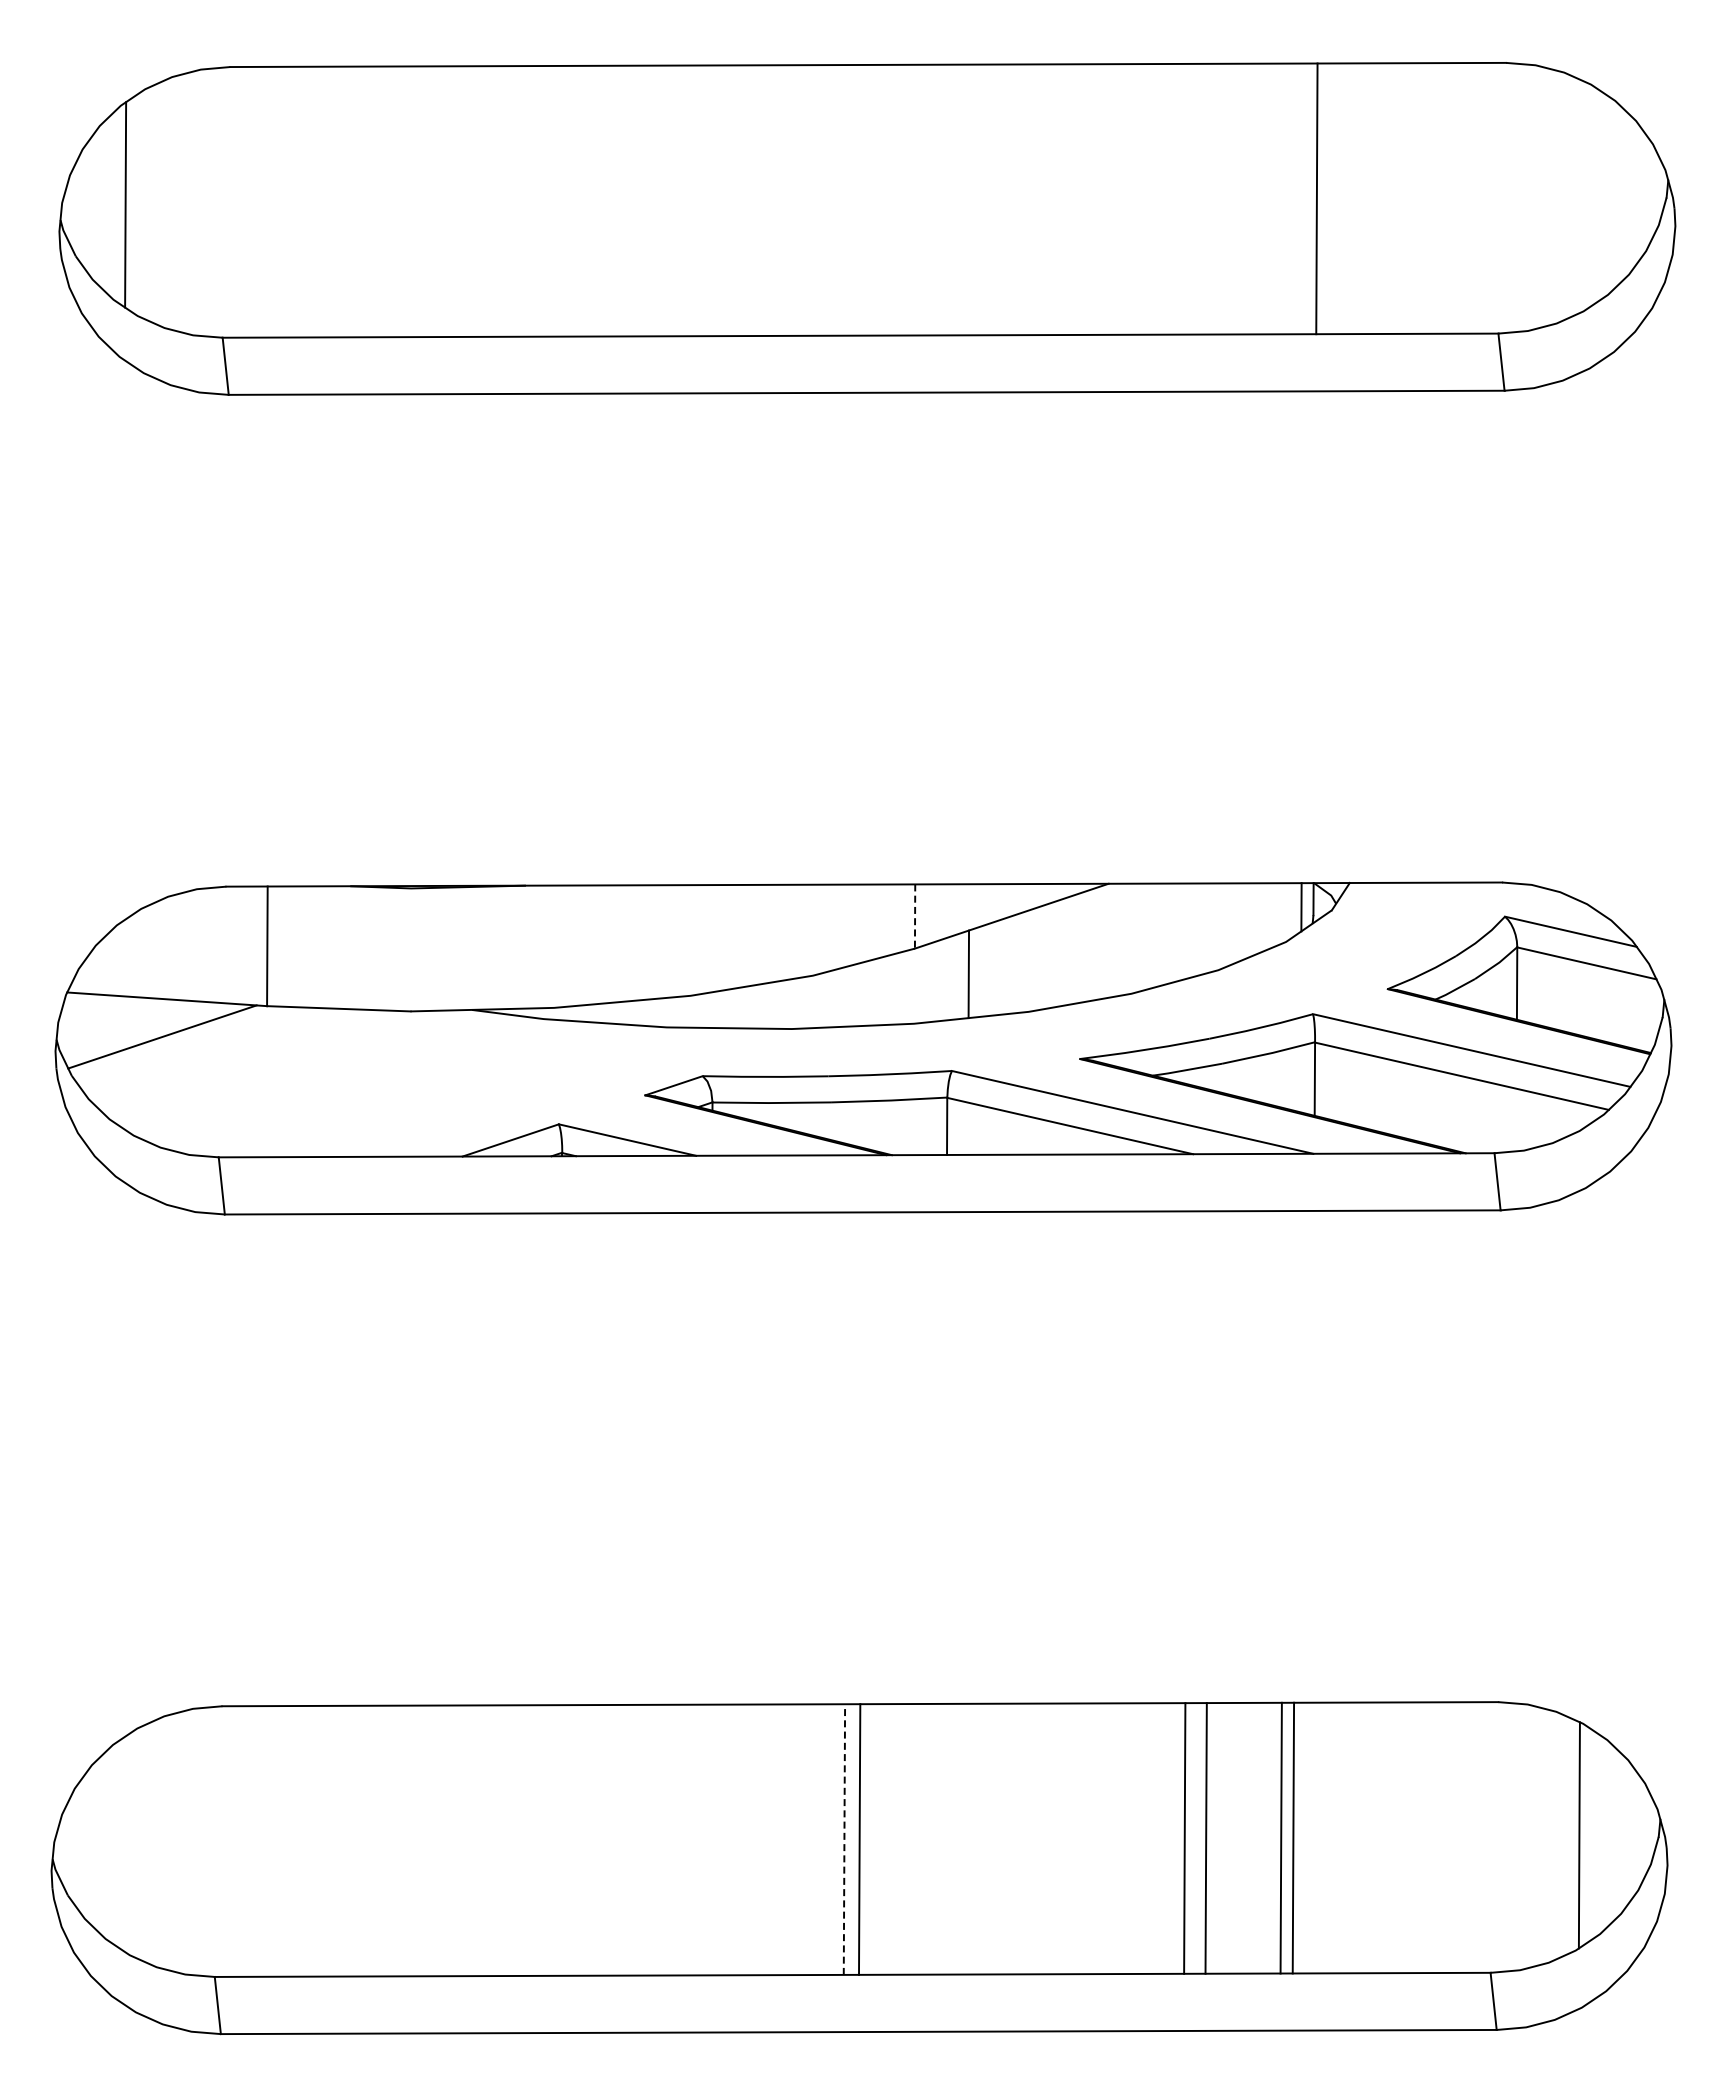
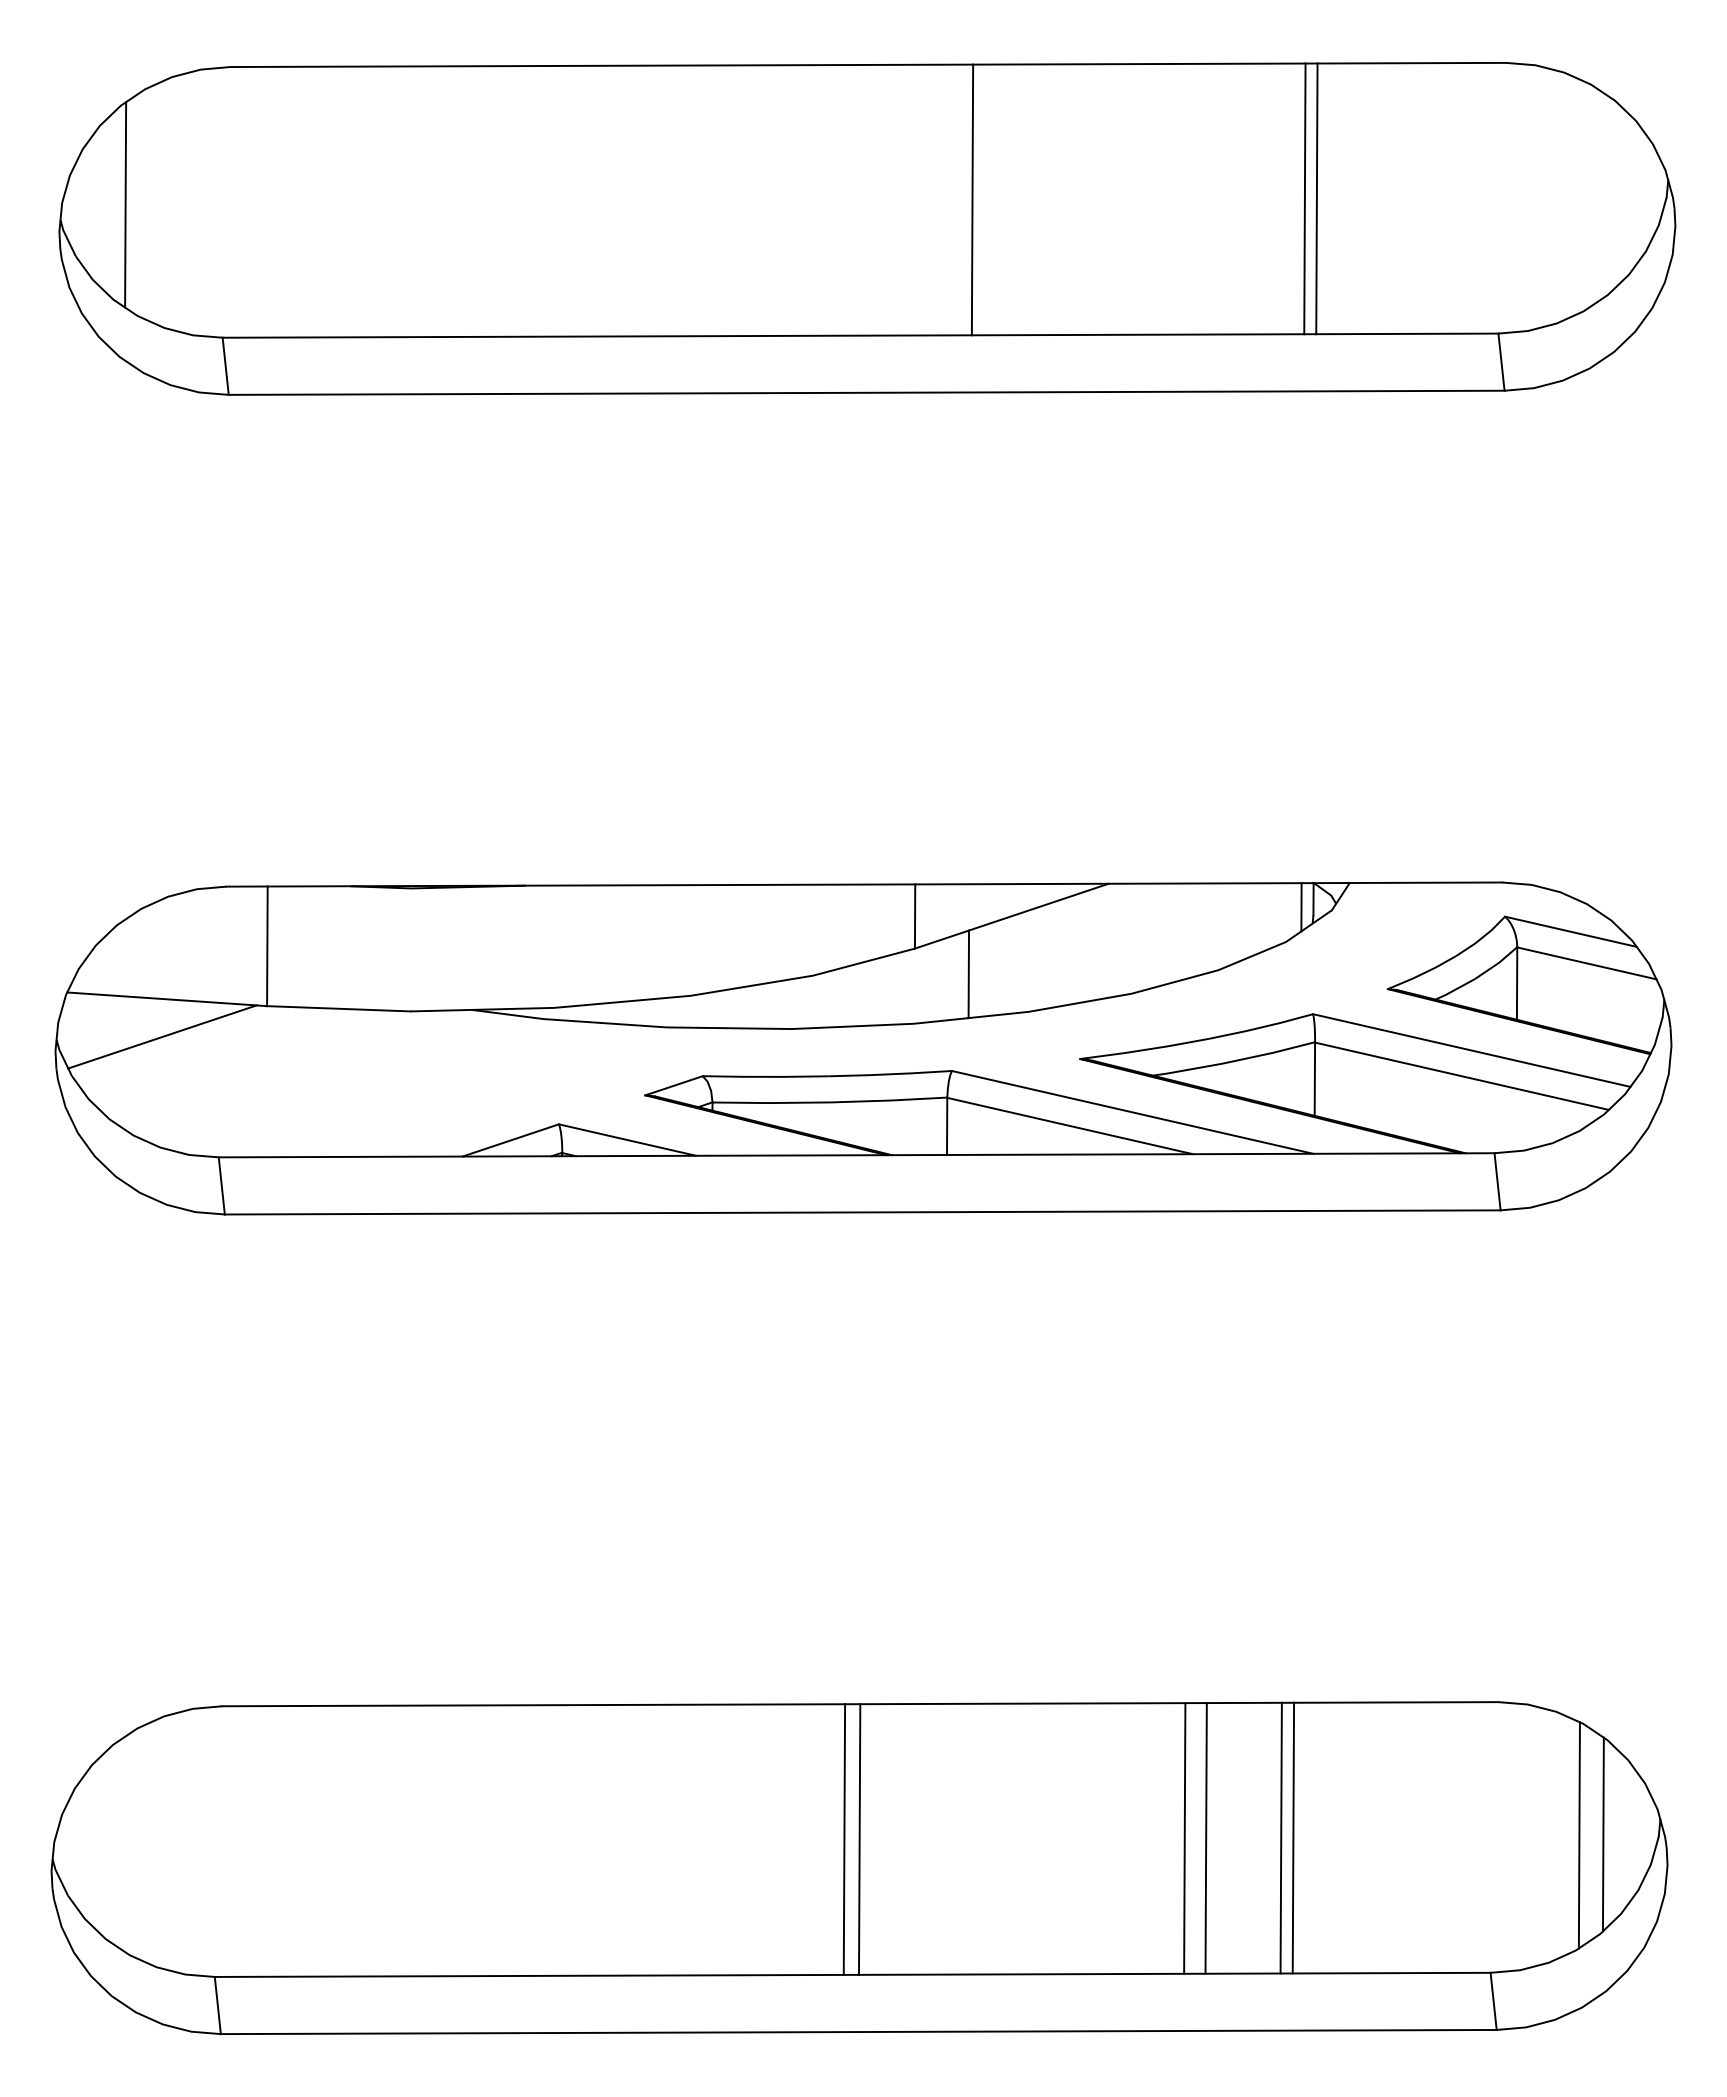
line at (1304, 198): none -> present
line at (972, 199): none -> present
line at (915, 917): dashed -> solid
line at (1602, 1834): none -> present
line at (844, 1839): dashed -> solid
